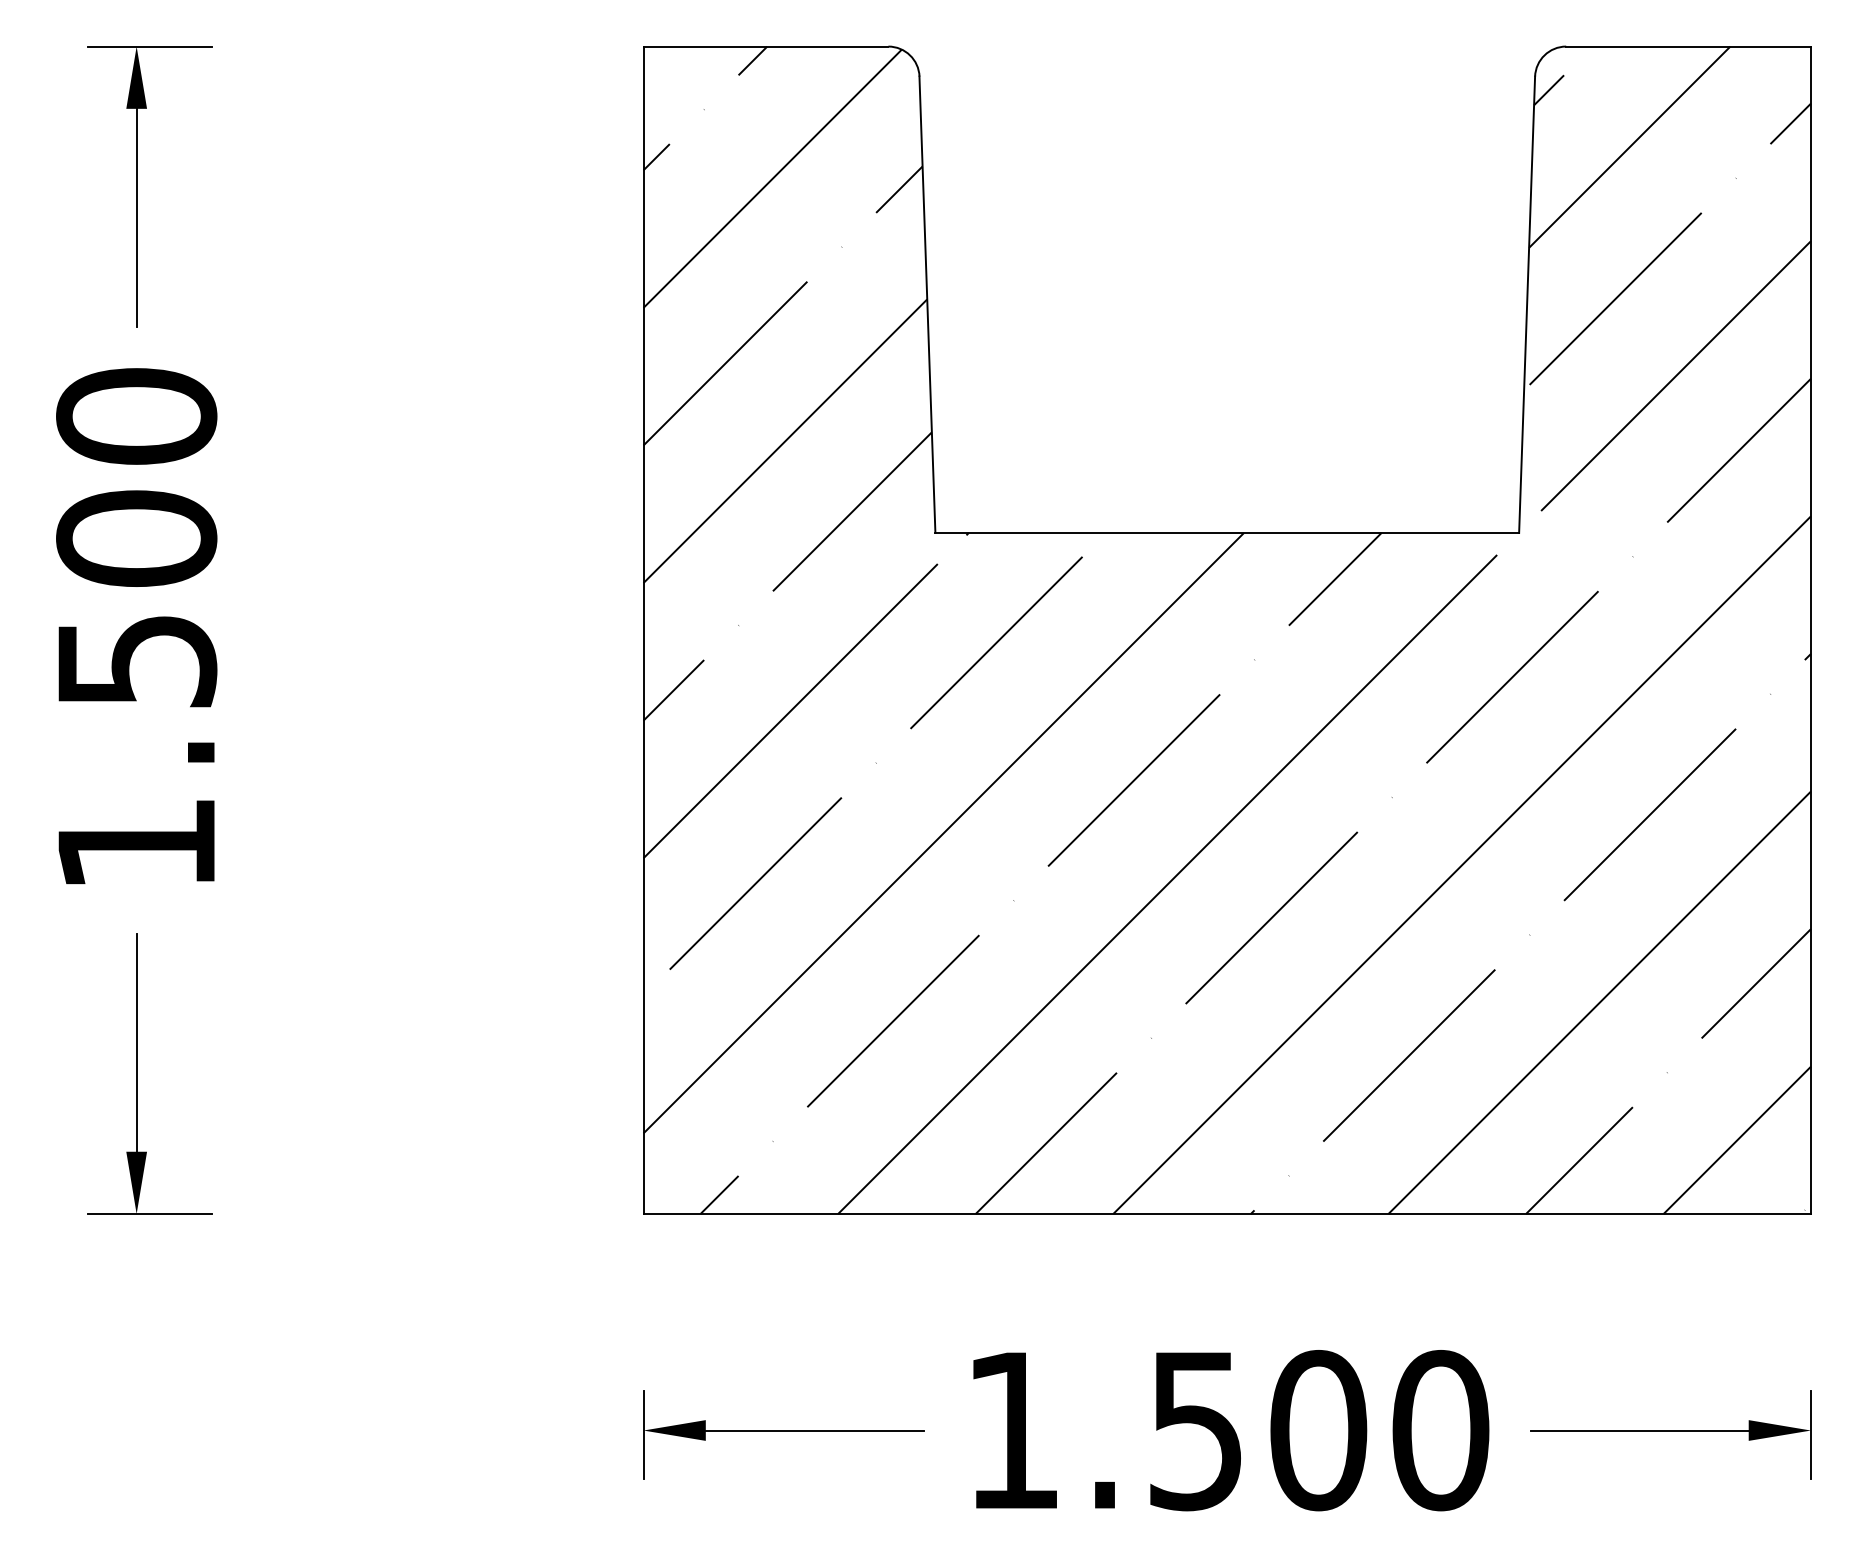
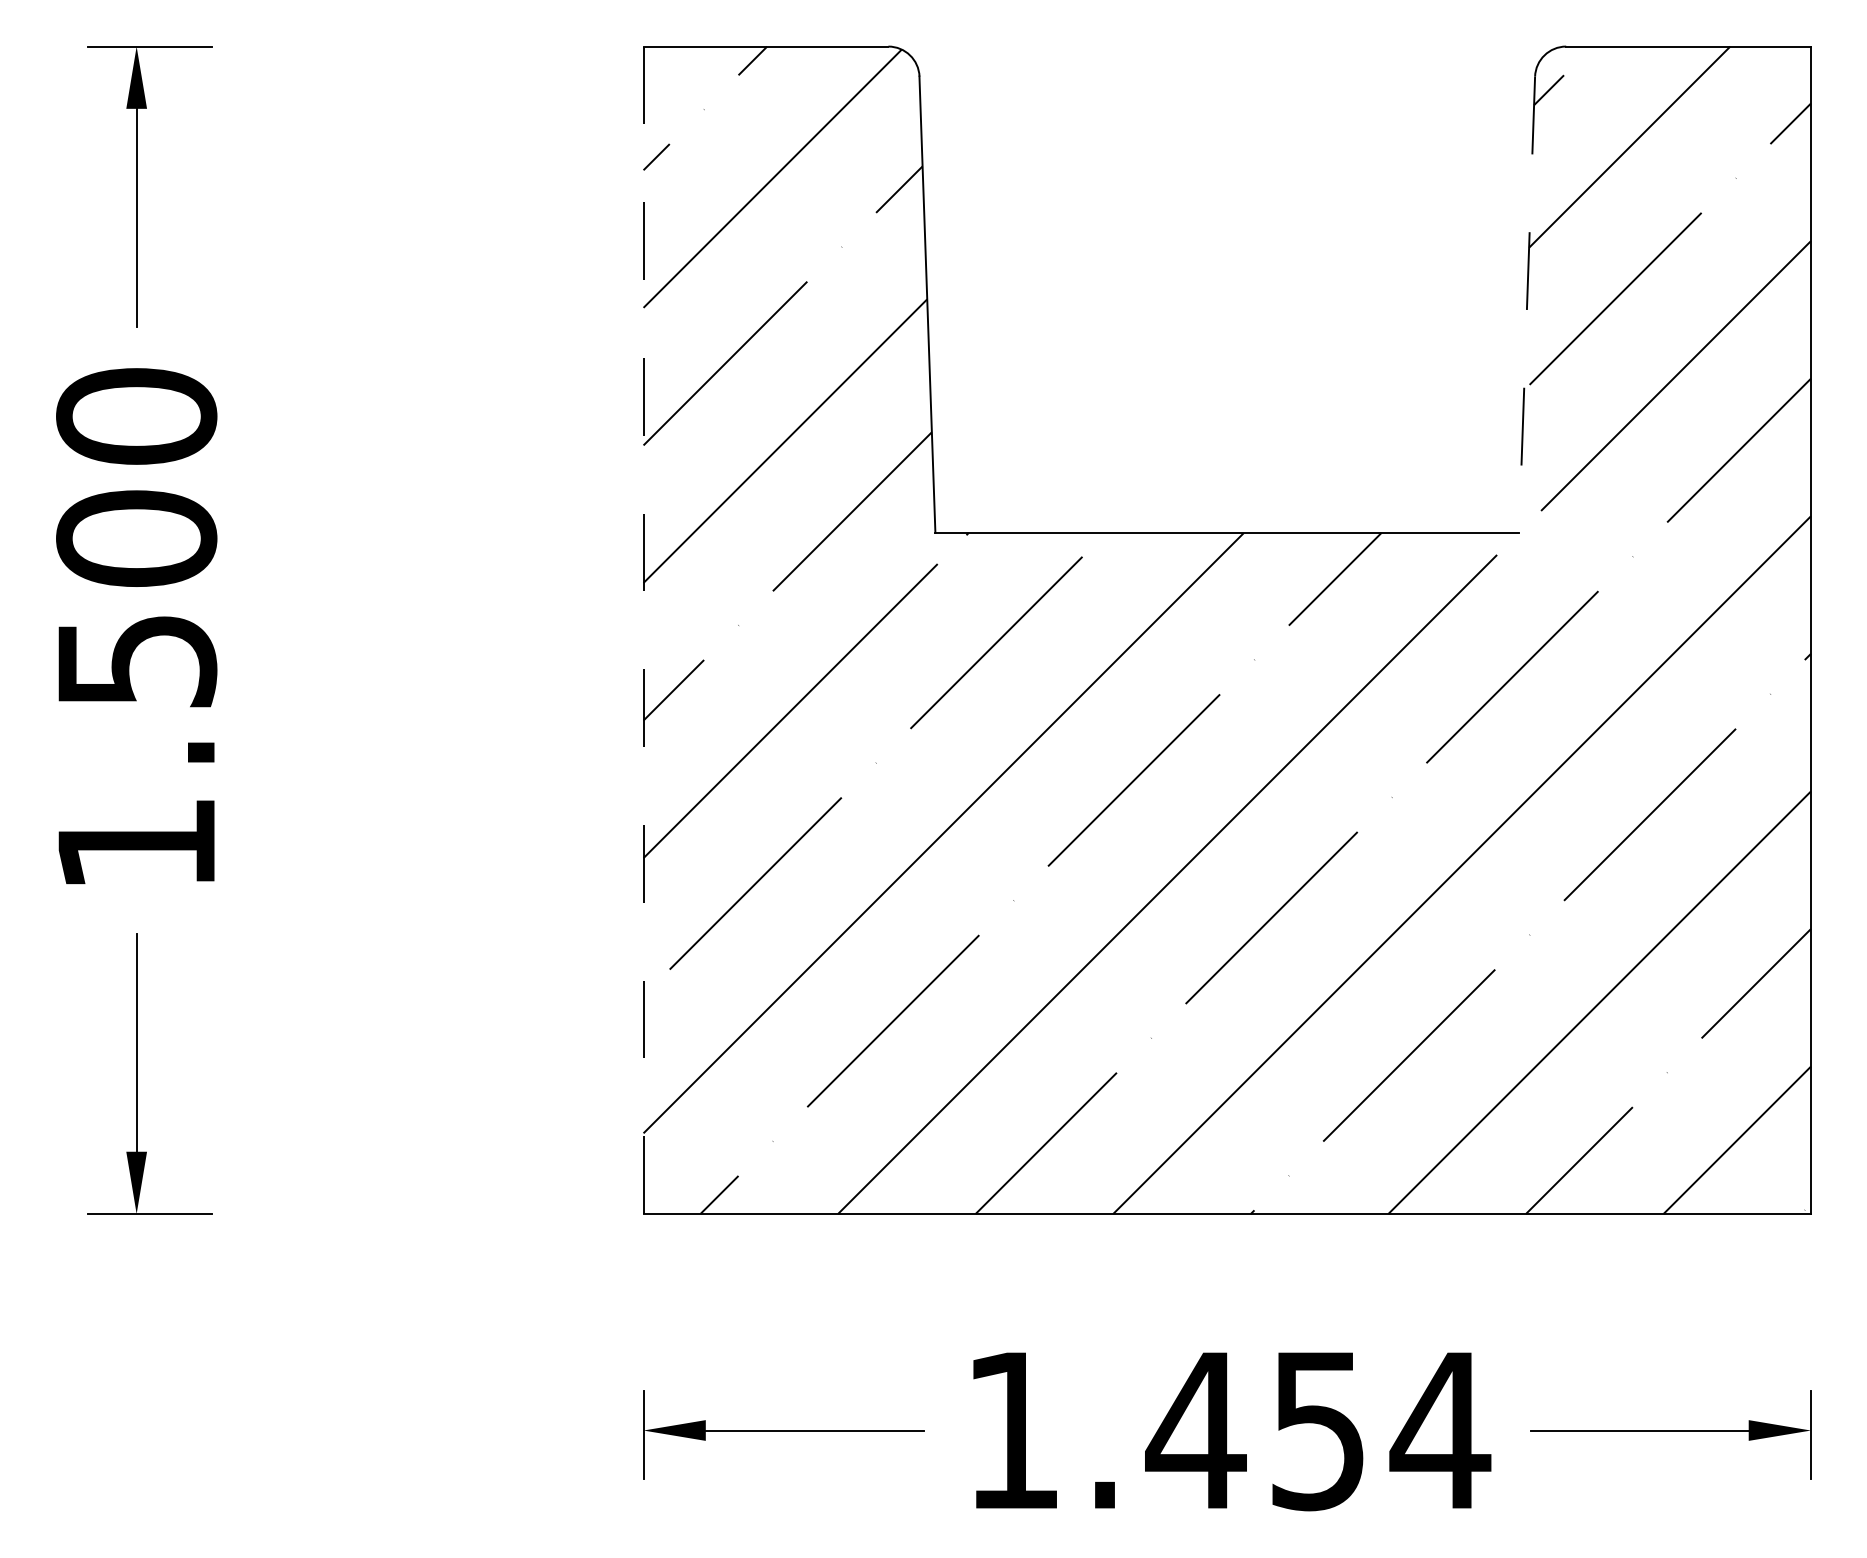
line at (1527, 305): solid -> dashed
line at (643, 630): solid -> dashed
text at (1318, 1430): 1.500 -> 1.454
